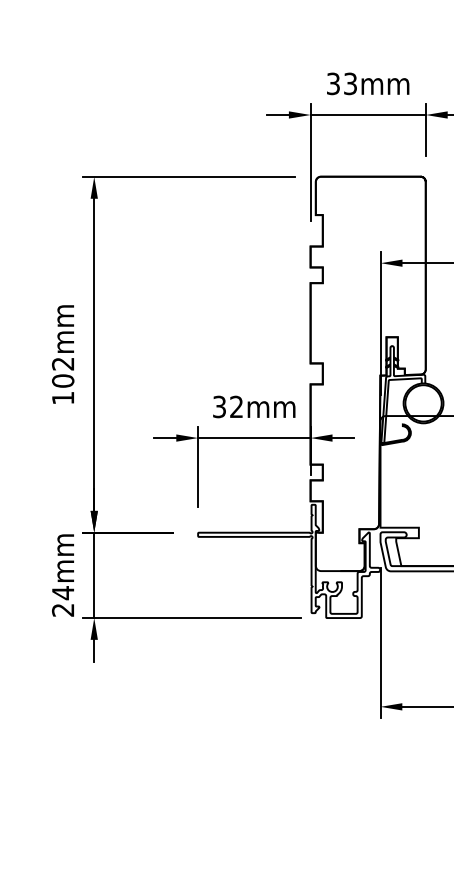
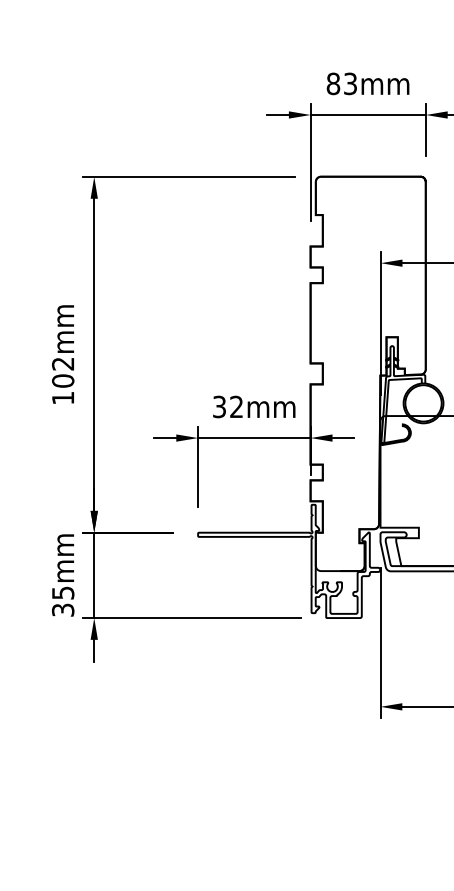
text at (333, 83): 33mm -> 83mm
text at (63, 601): 24mm -> 35mm
